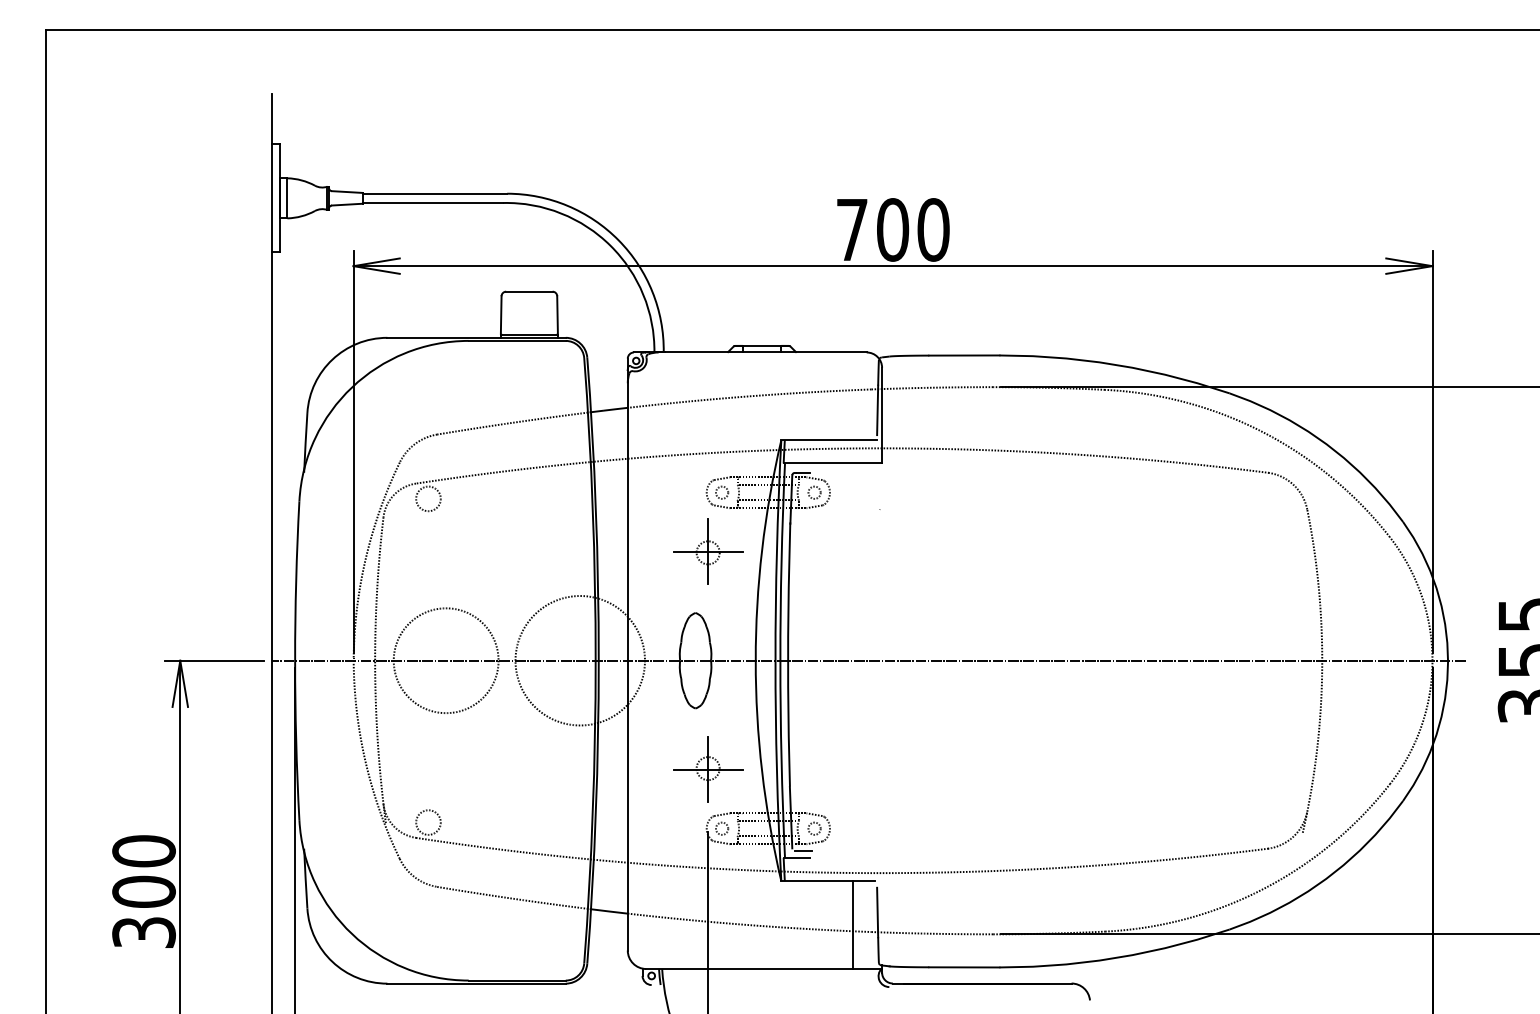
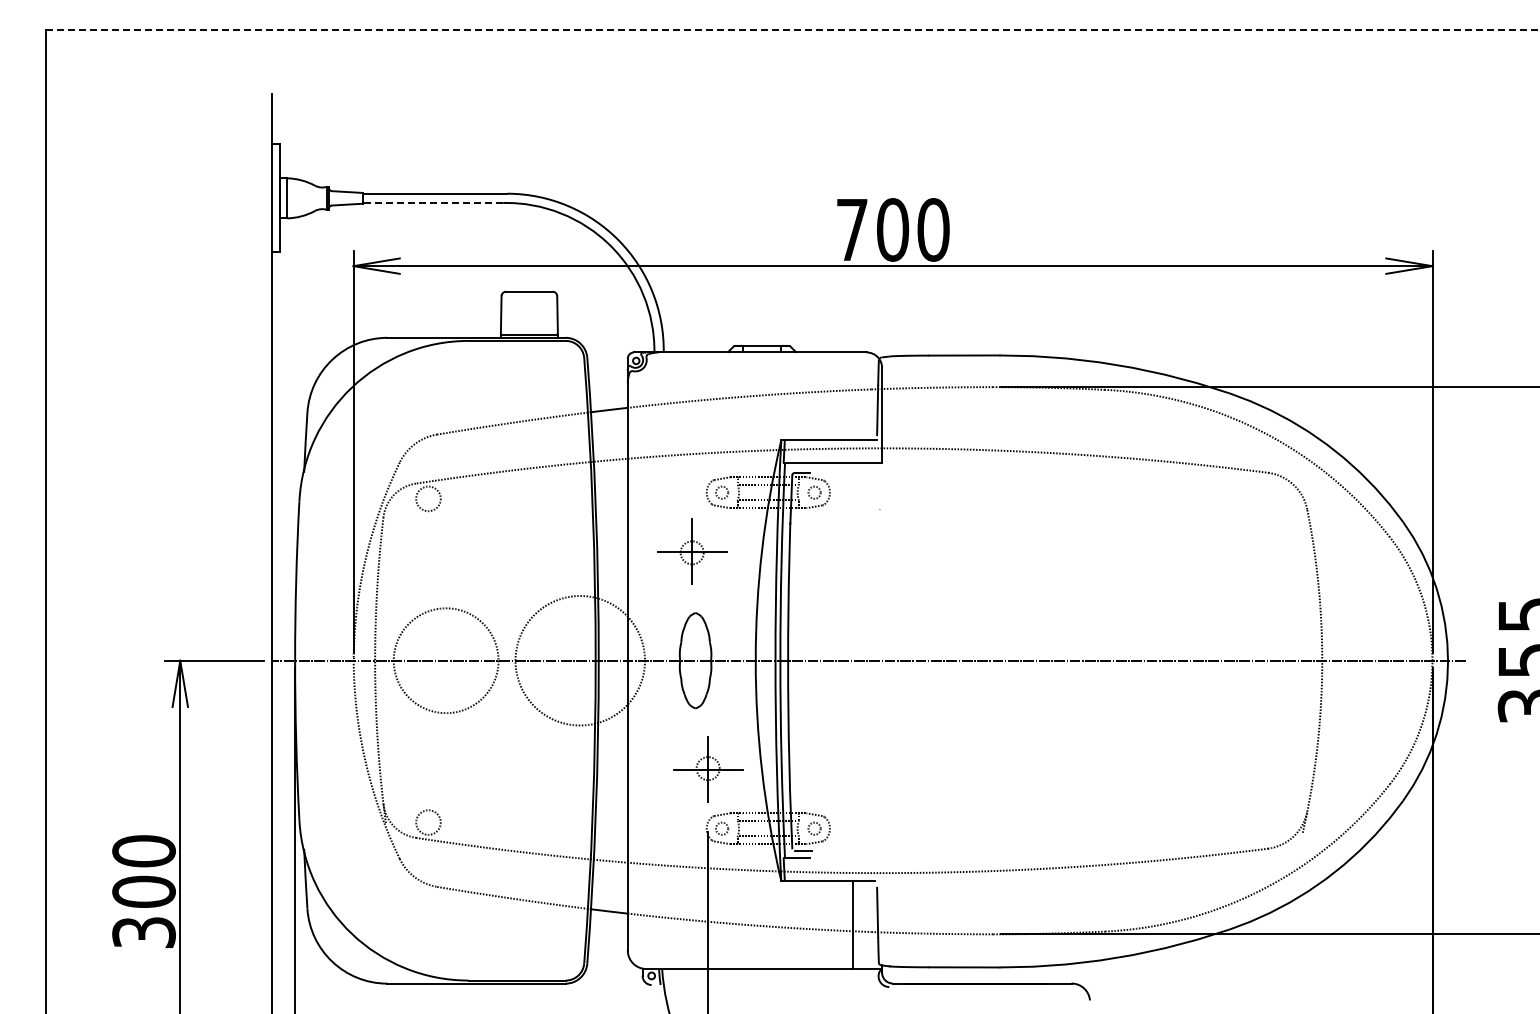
line at (792, 30): solid -> dashed
line at (432, 202): solid -> dashed
part at (708, 551) position: (708, 551) -> (692, 551)
